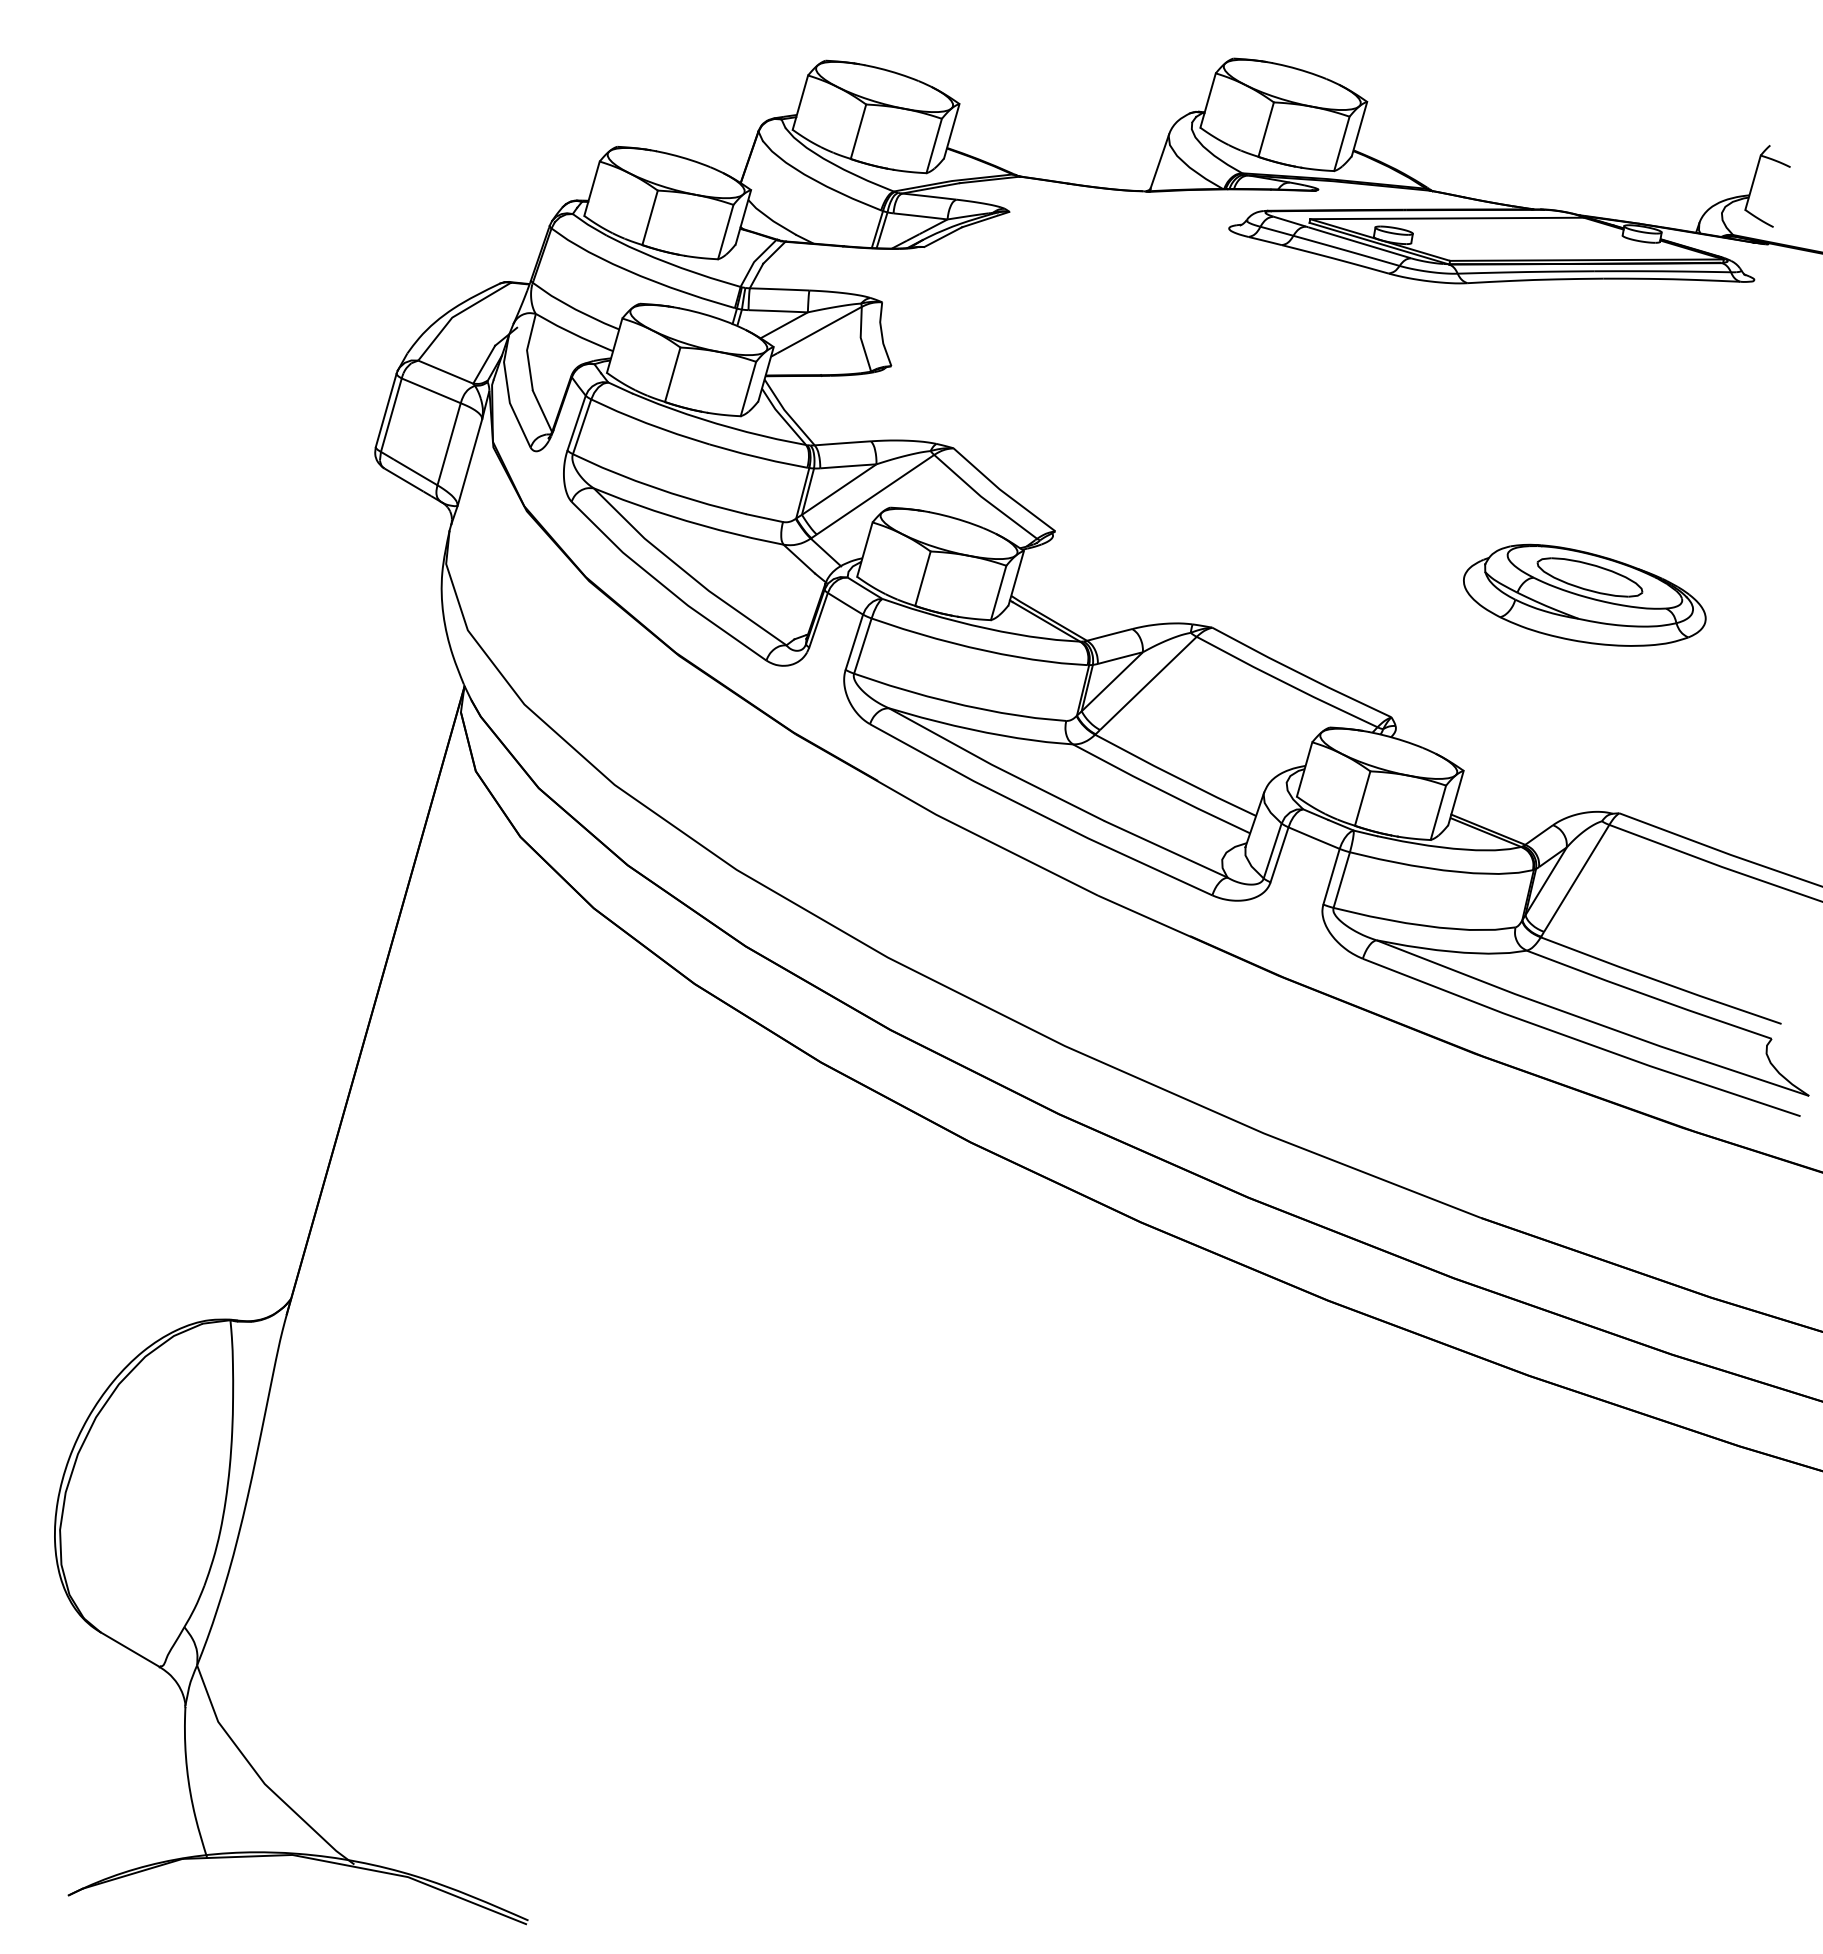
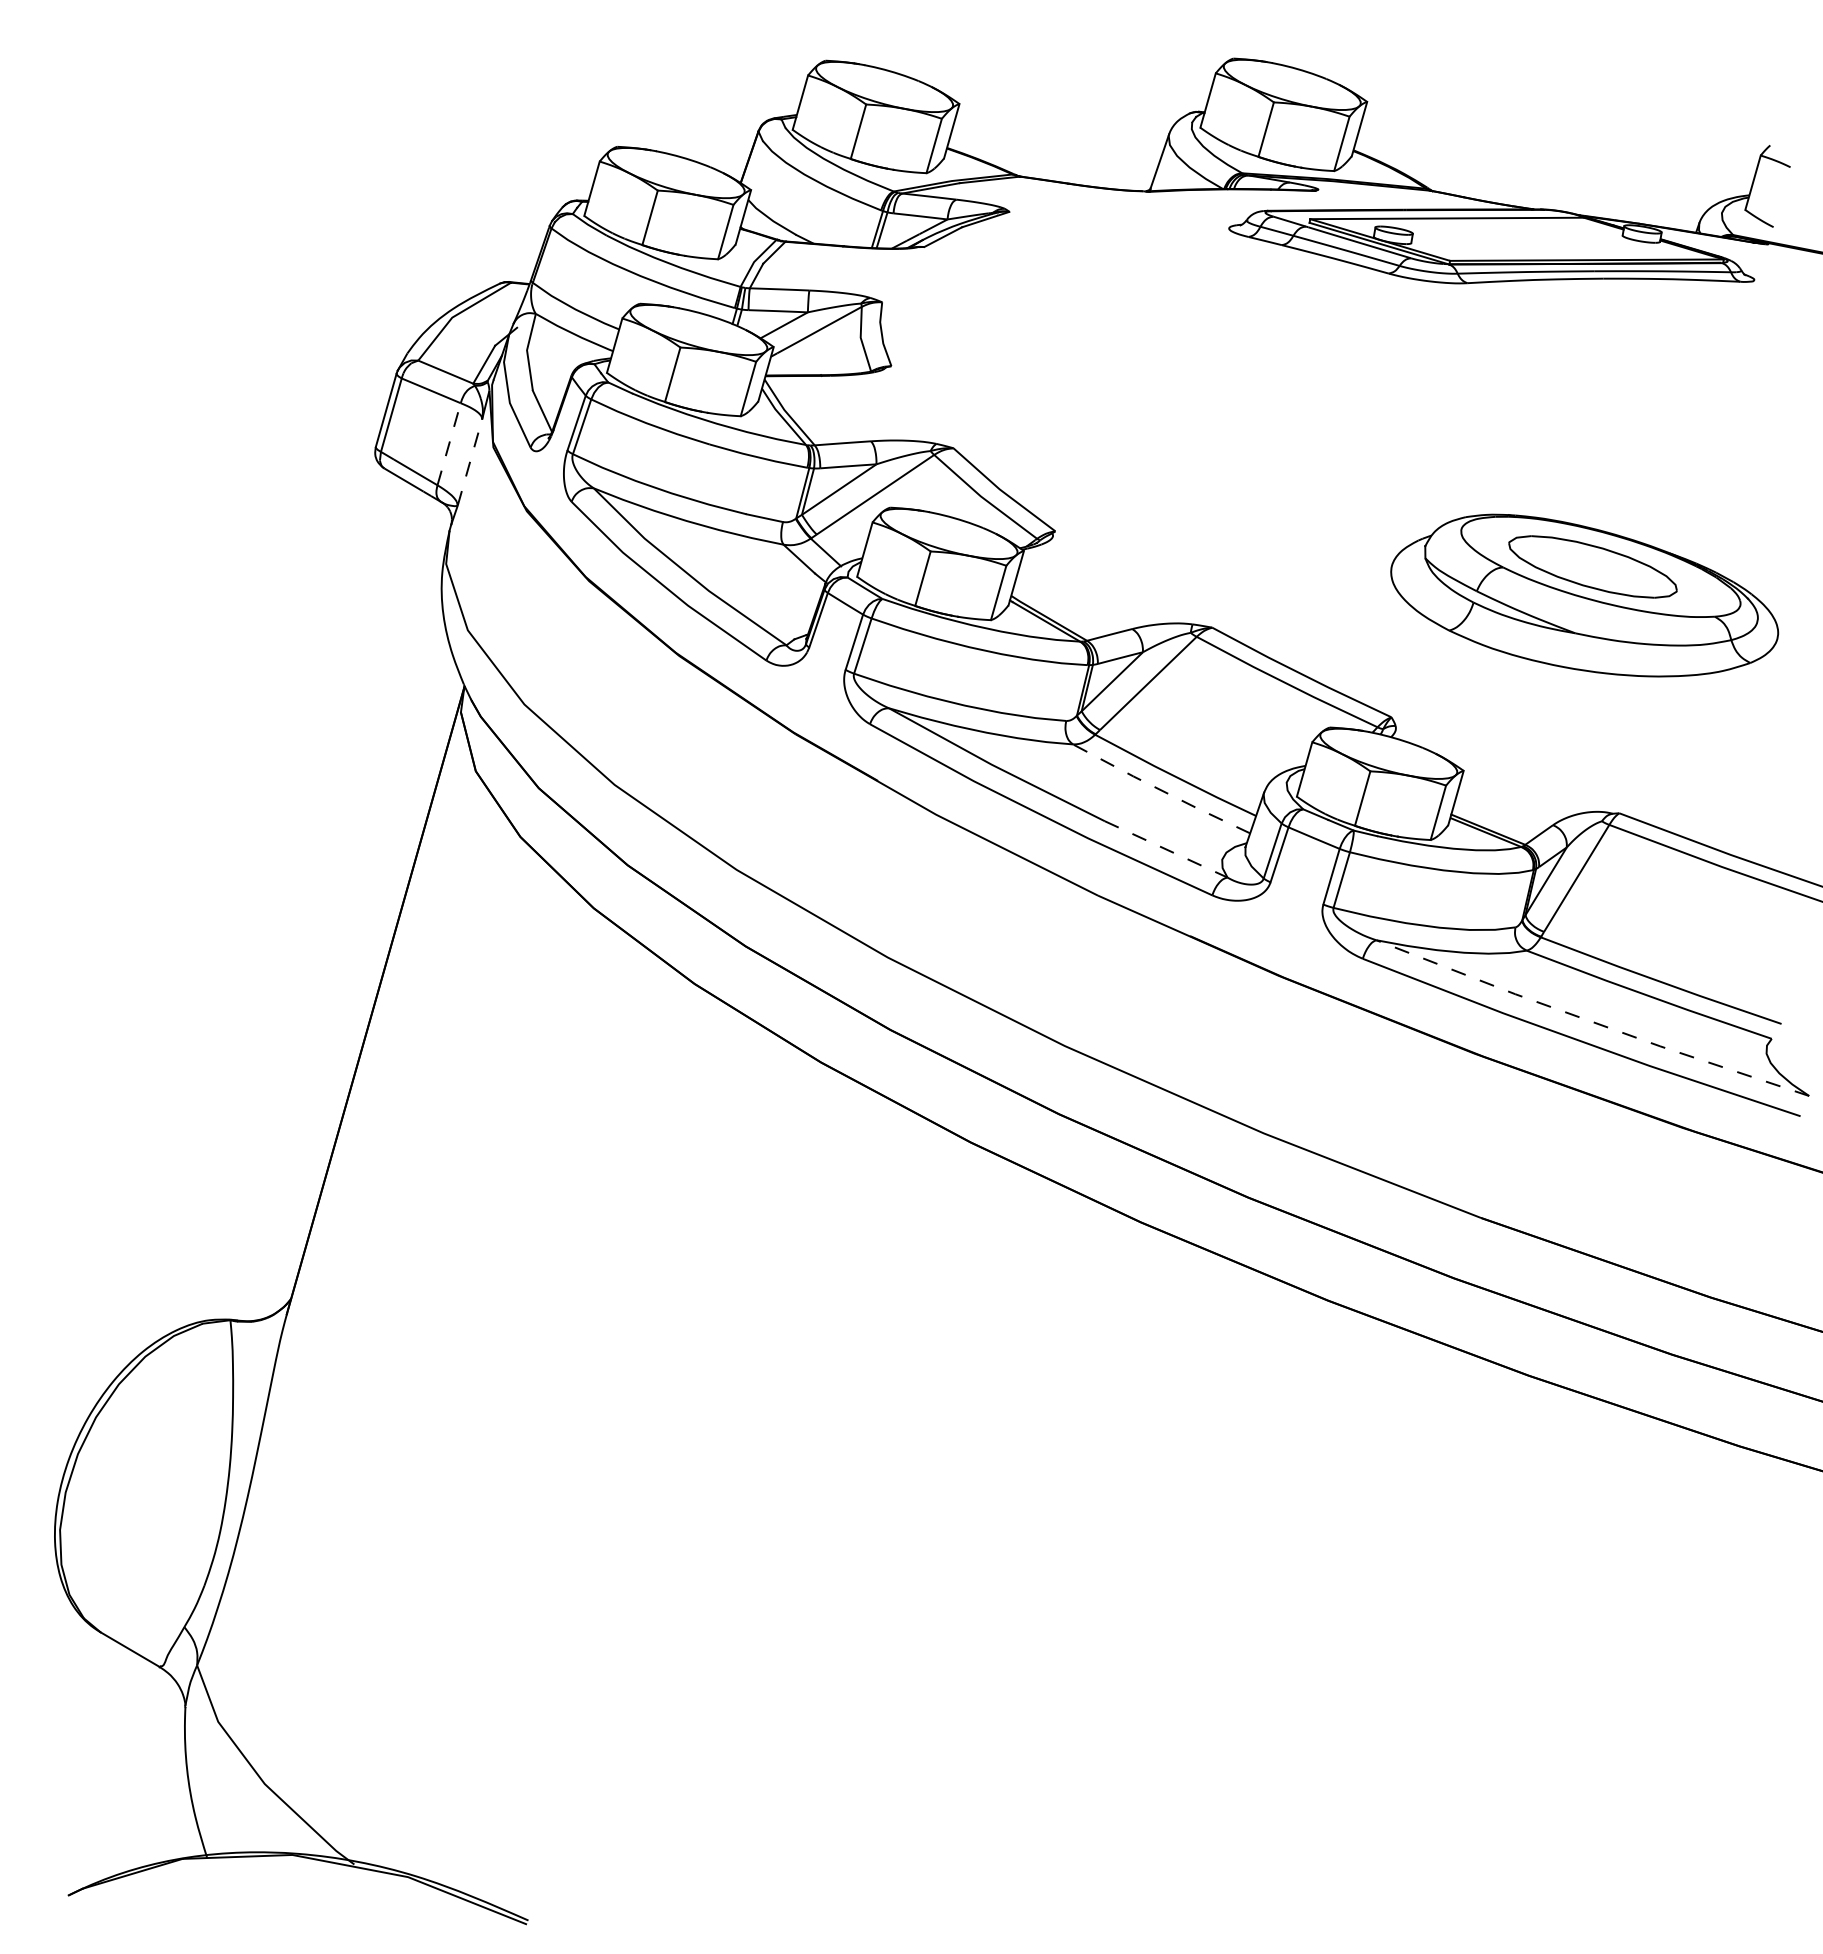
line at (449, 444): solid -> dashed
line at (469, 462): solid -> dashed
part at (1584, 594) size: 244x104 px -> 390x165 px
line at (1160, 790): solid -> dashed
line at (1166, 849): solid -> dashed
line at (1591, 1021): solid -> dashed
